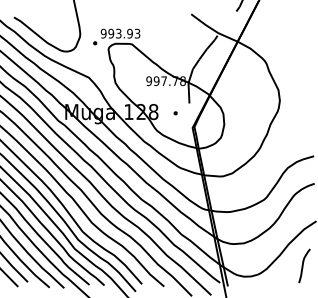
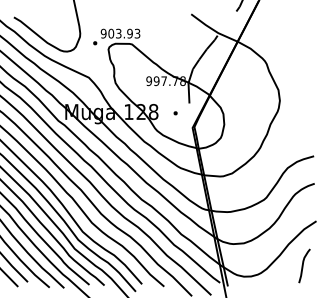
text at (110, 33): 993.93 -> 903.93
